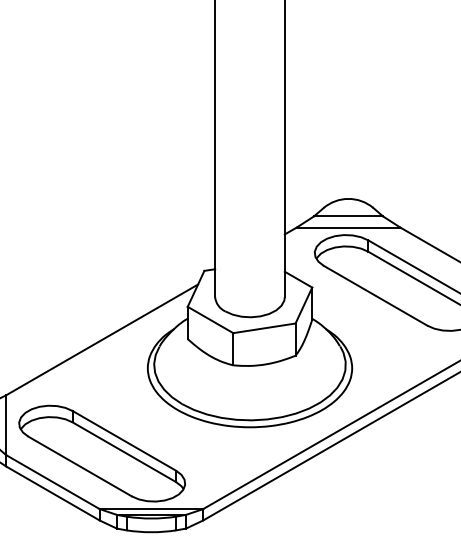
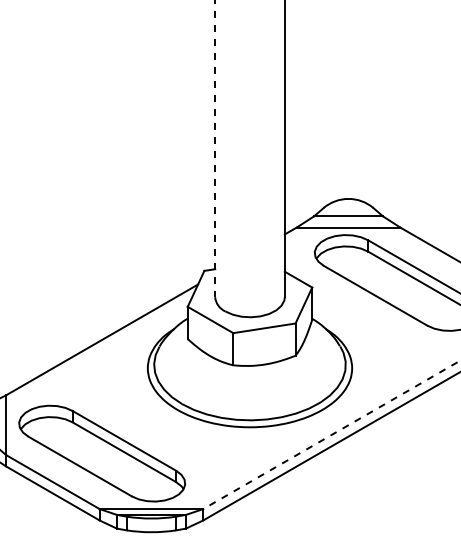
line at (215, 149): solid -> dashed
line at (332, 434): solid -> dashed
